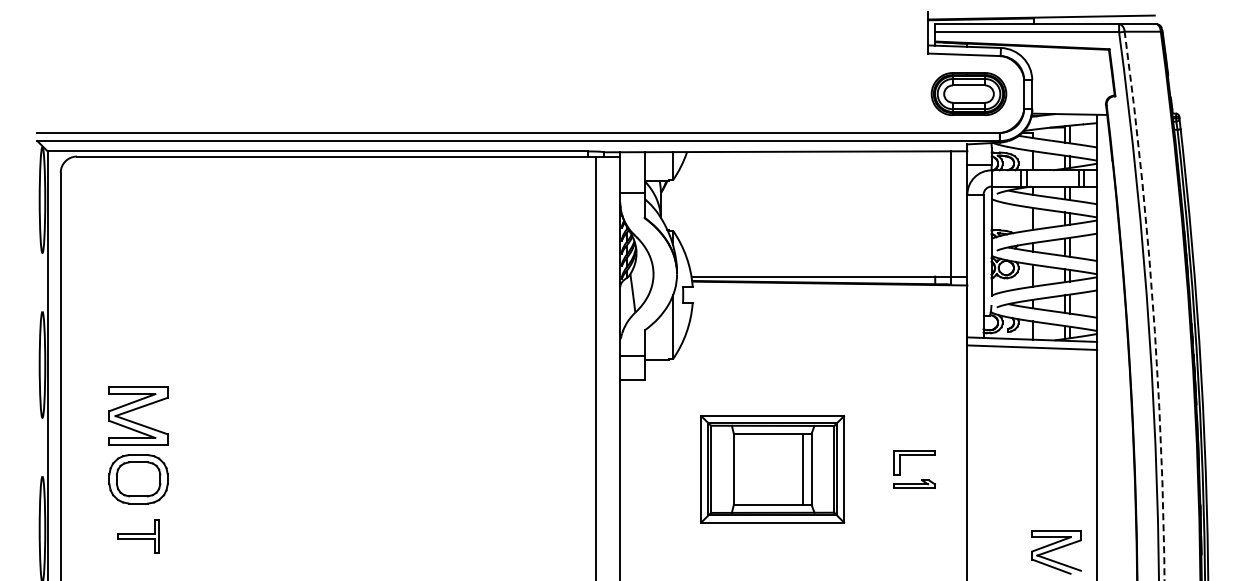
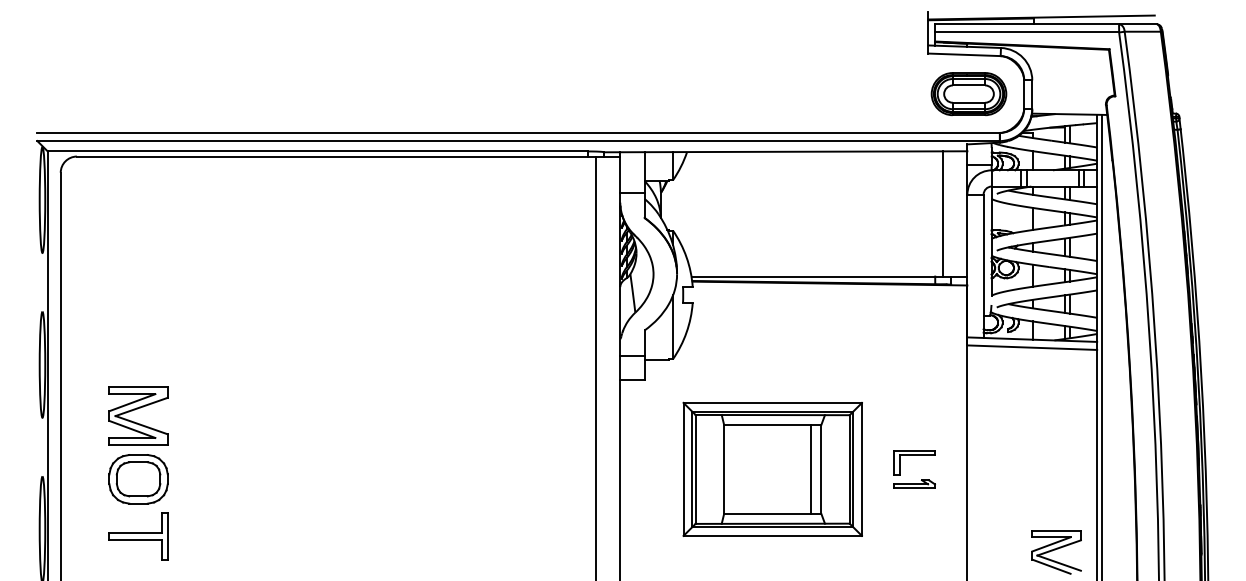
line at (951, 213) position: (951, 213) -> (943, 213)
arc at (1152, 304): dashed -> solid
line at (1101, 345): none -> present
part at (772, 469) size: 146x109 px -> 181x136 px
part at (138, 536) size: 43x35 px -> 61x49 px
